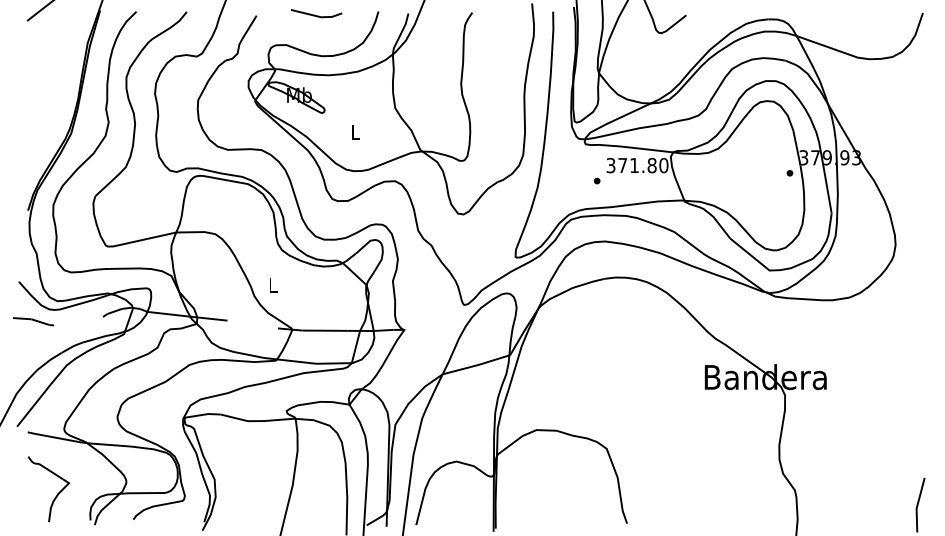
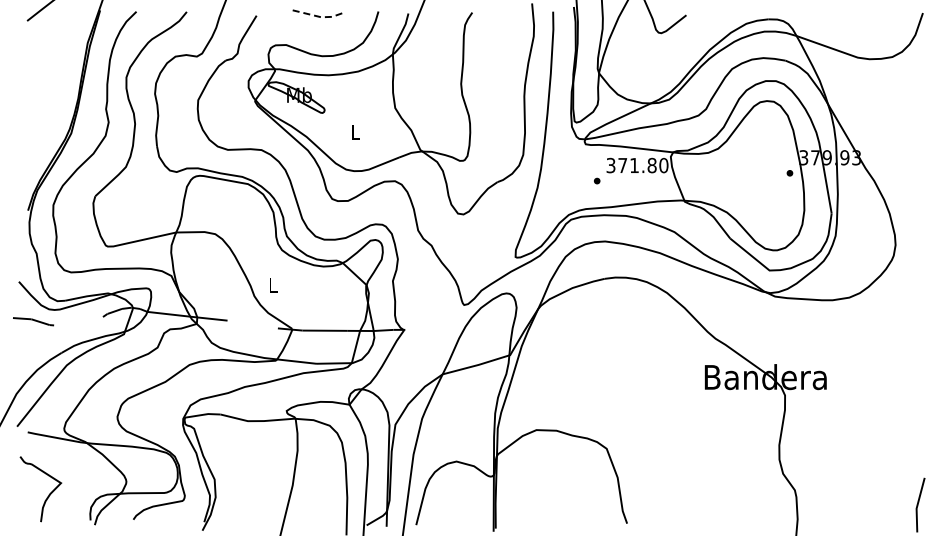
line at (317, 16): solid -> dashed
curve at (56, 494) position: (56, 494) -> (48, 494)
